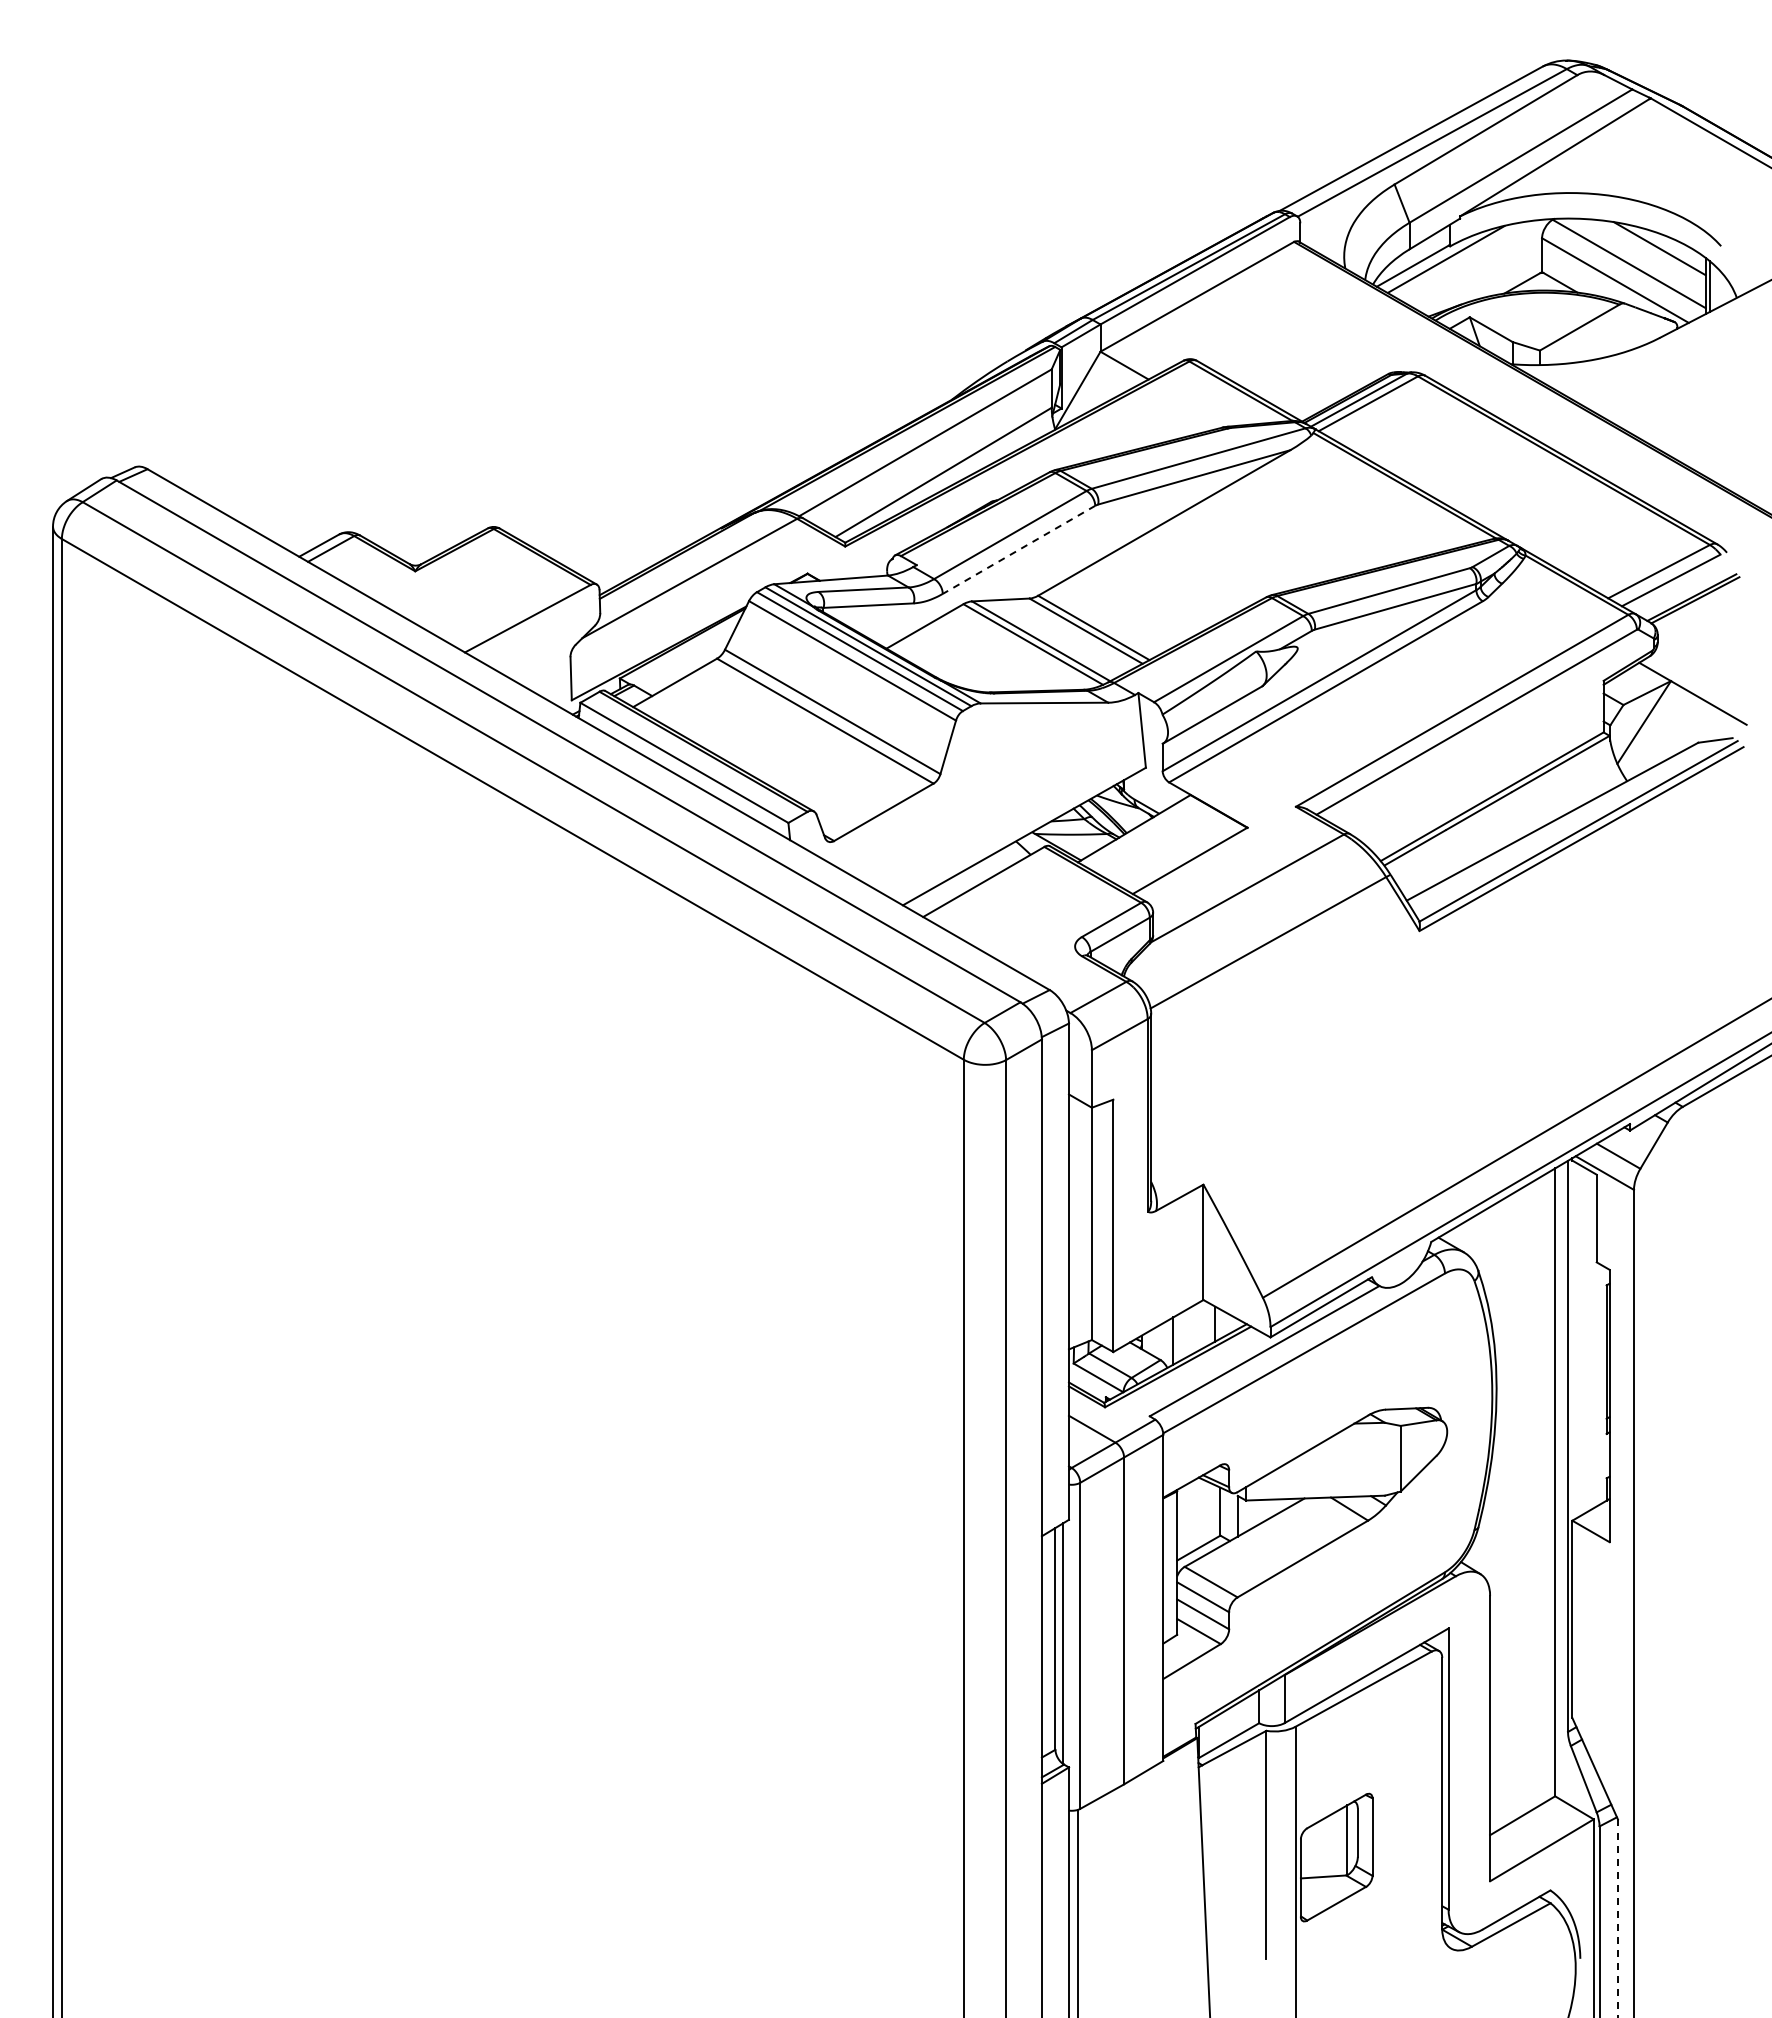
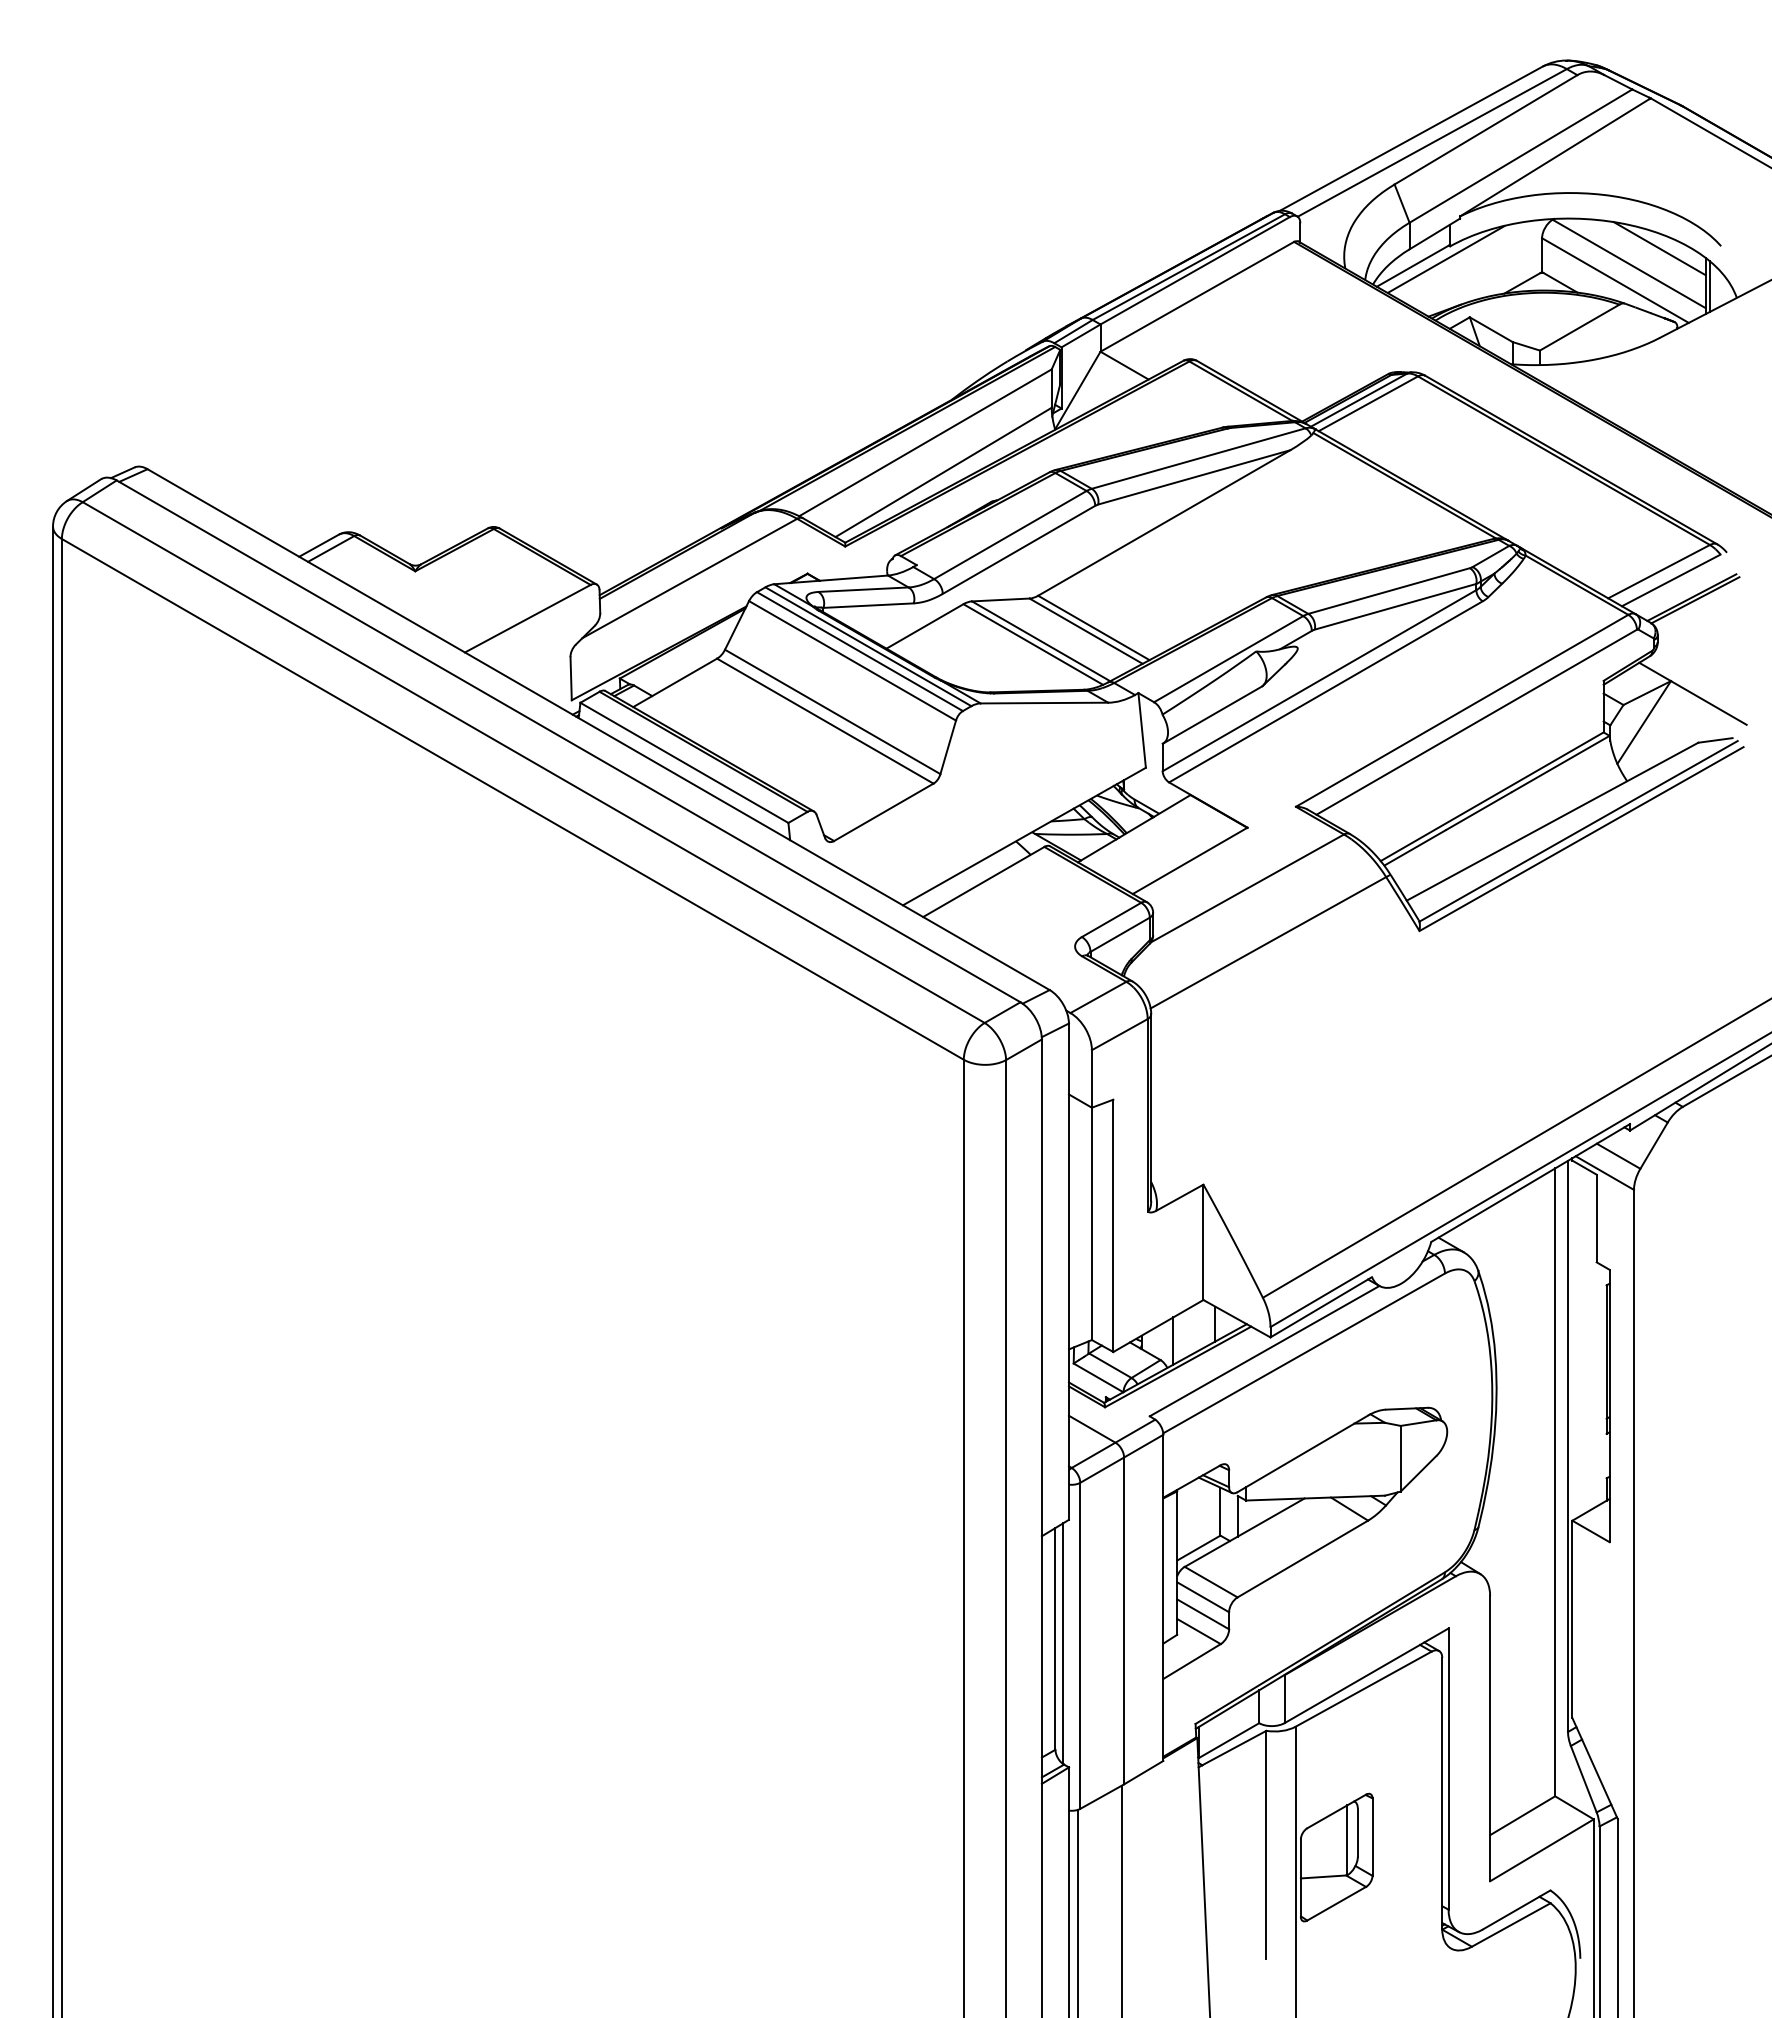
line at (1018, 550): dashed -> solid
line at (1121, 1899): none -> present
line at (1617, 1919): dashed -> solid
